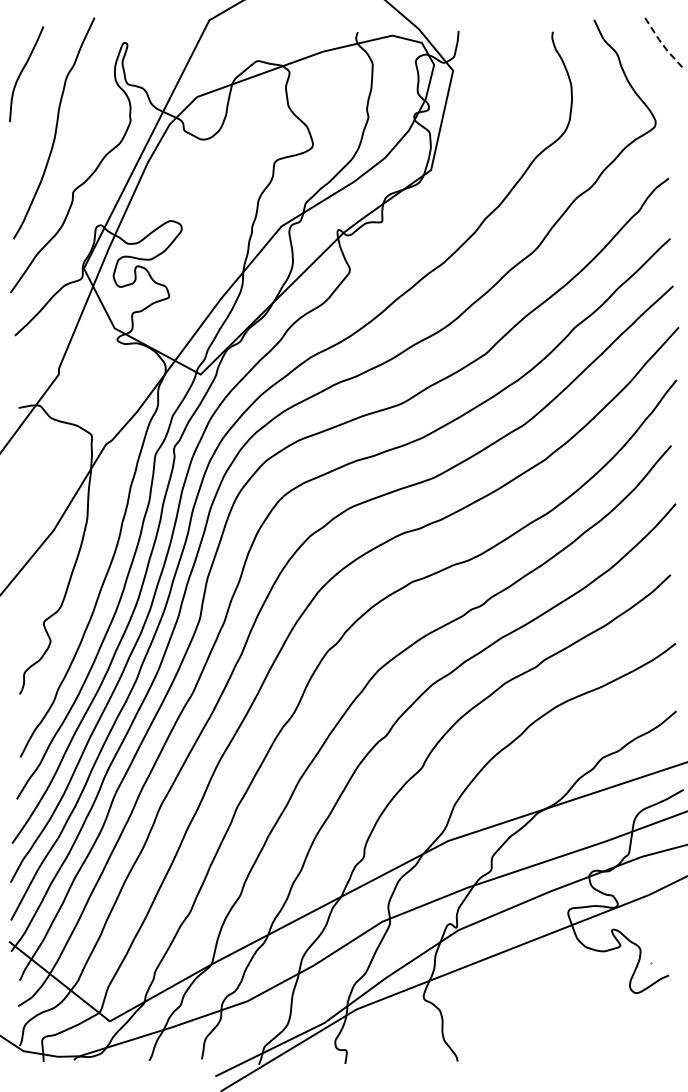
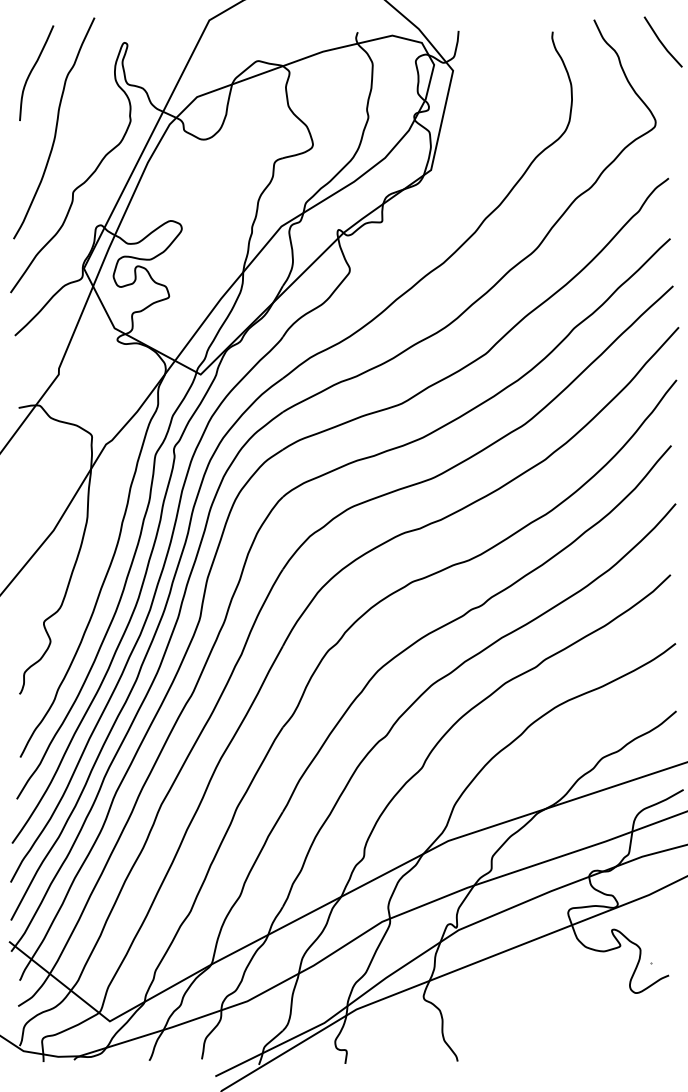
line at (661, 43): dashed -> solid
curve at (22, 72) position: (22, 72) -> (32, 71)
